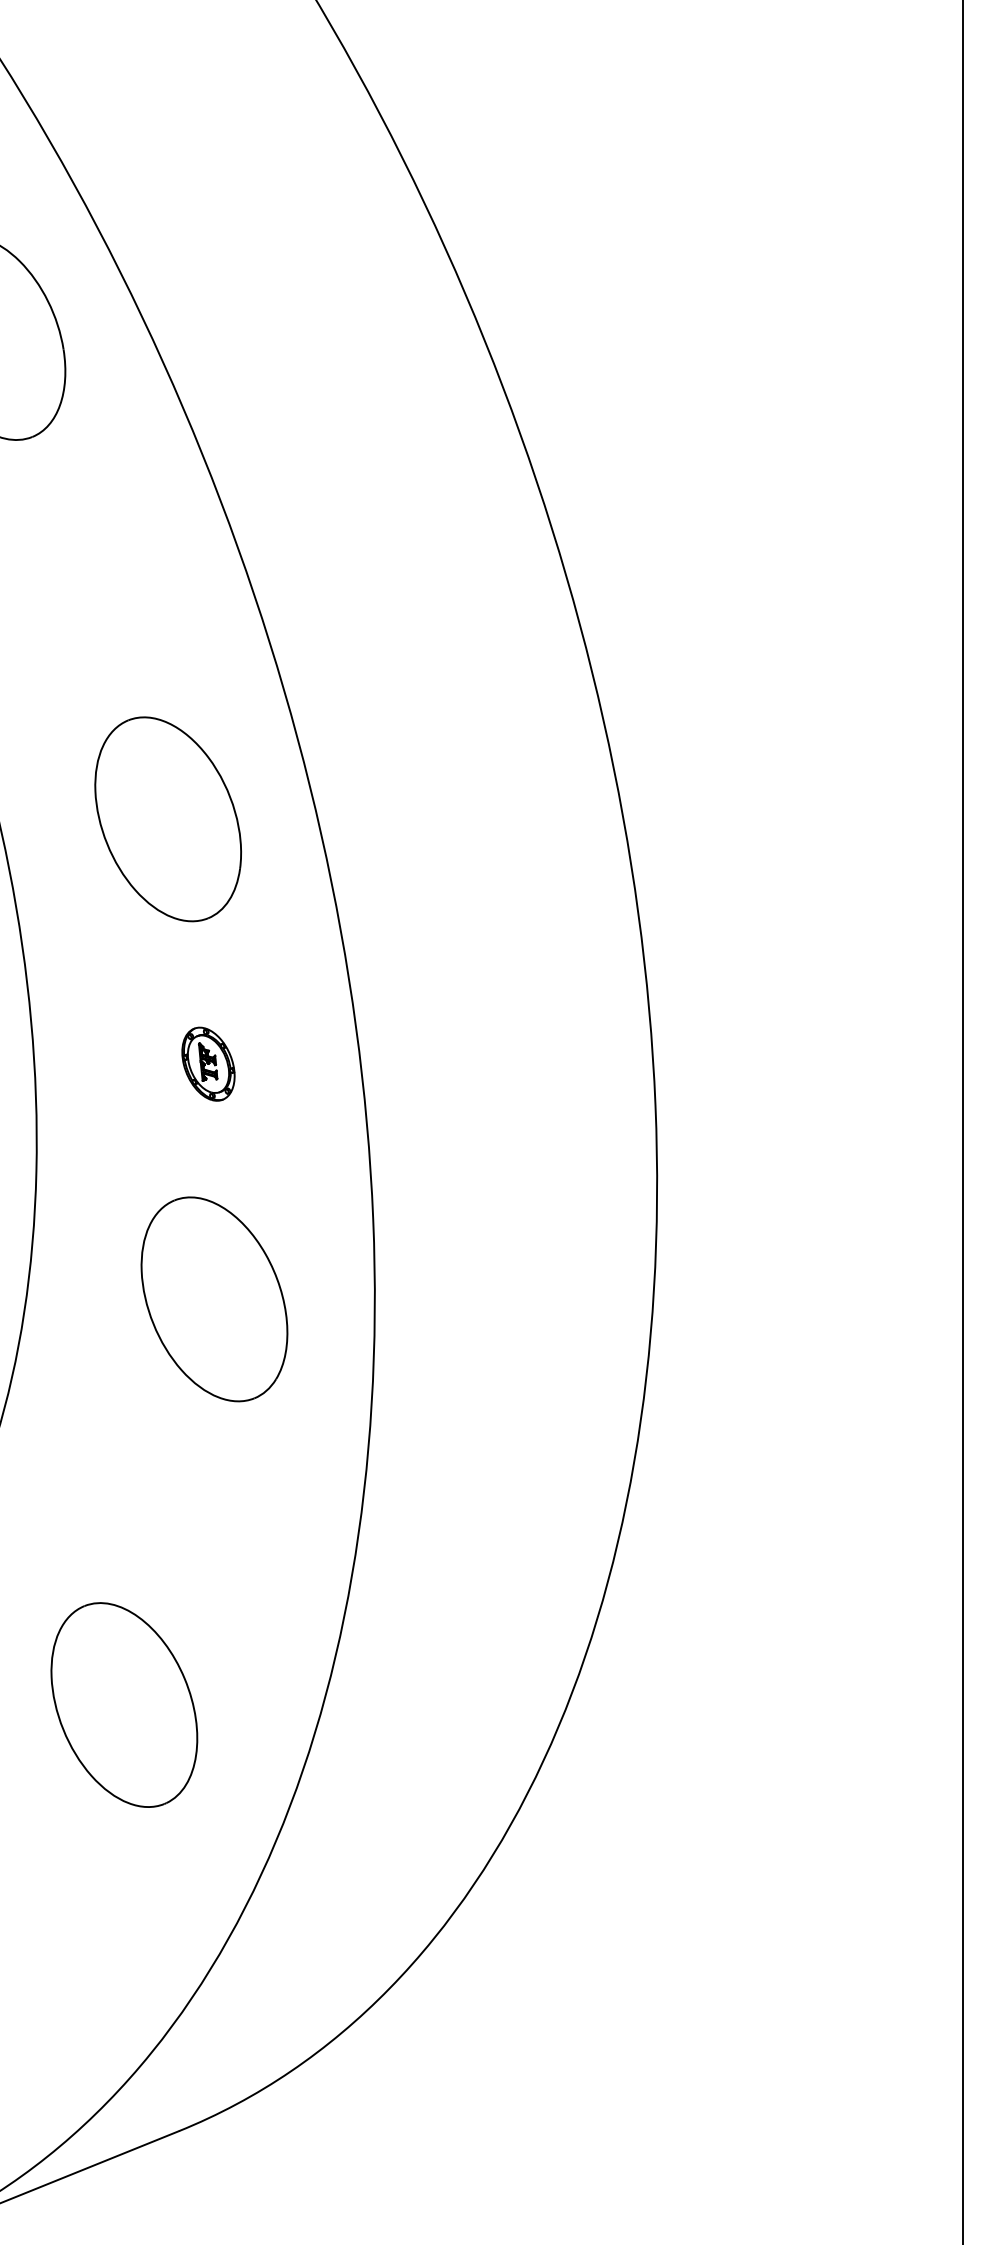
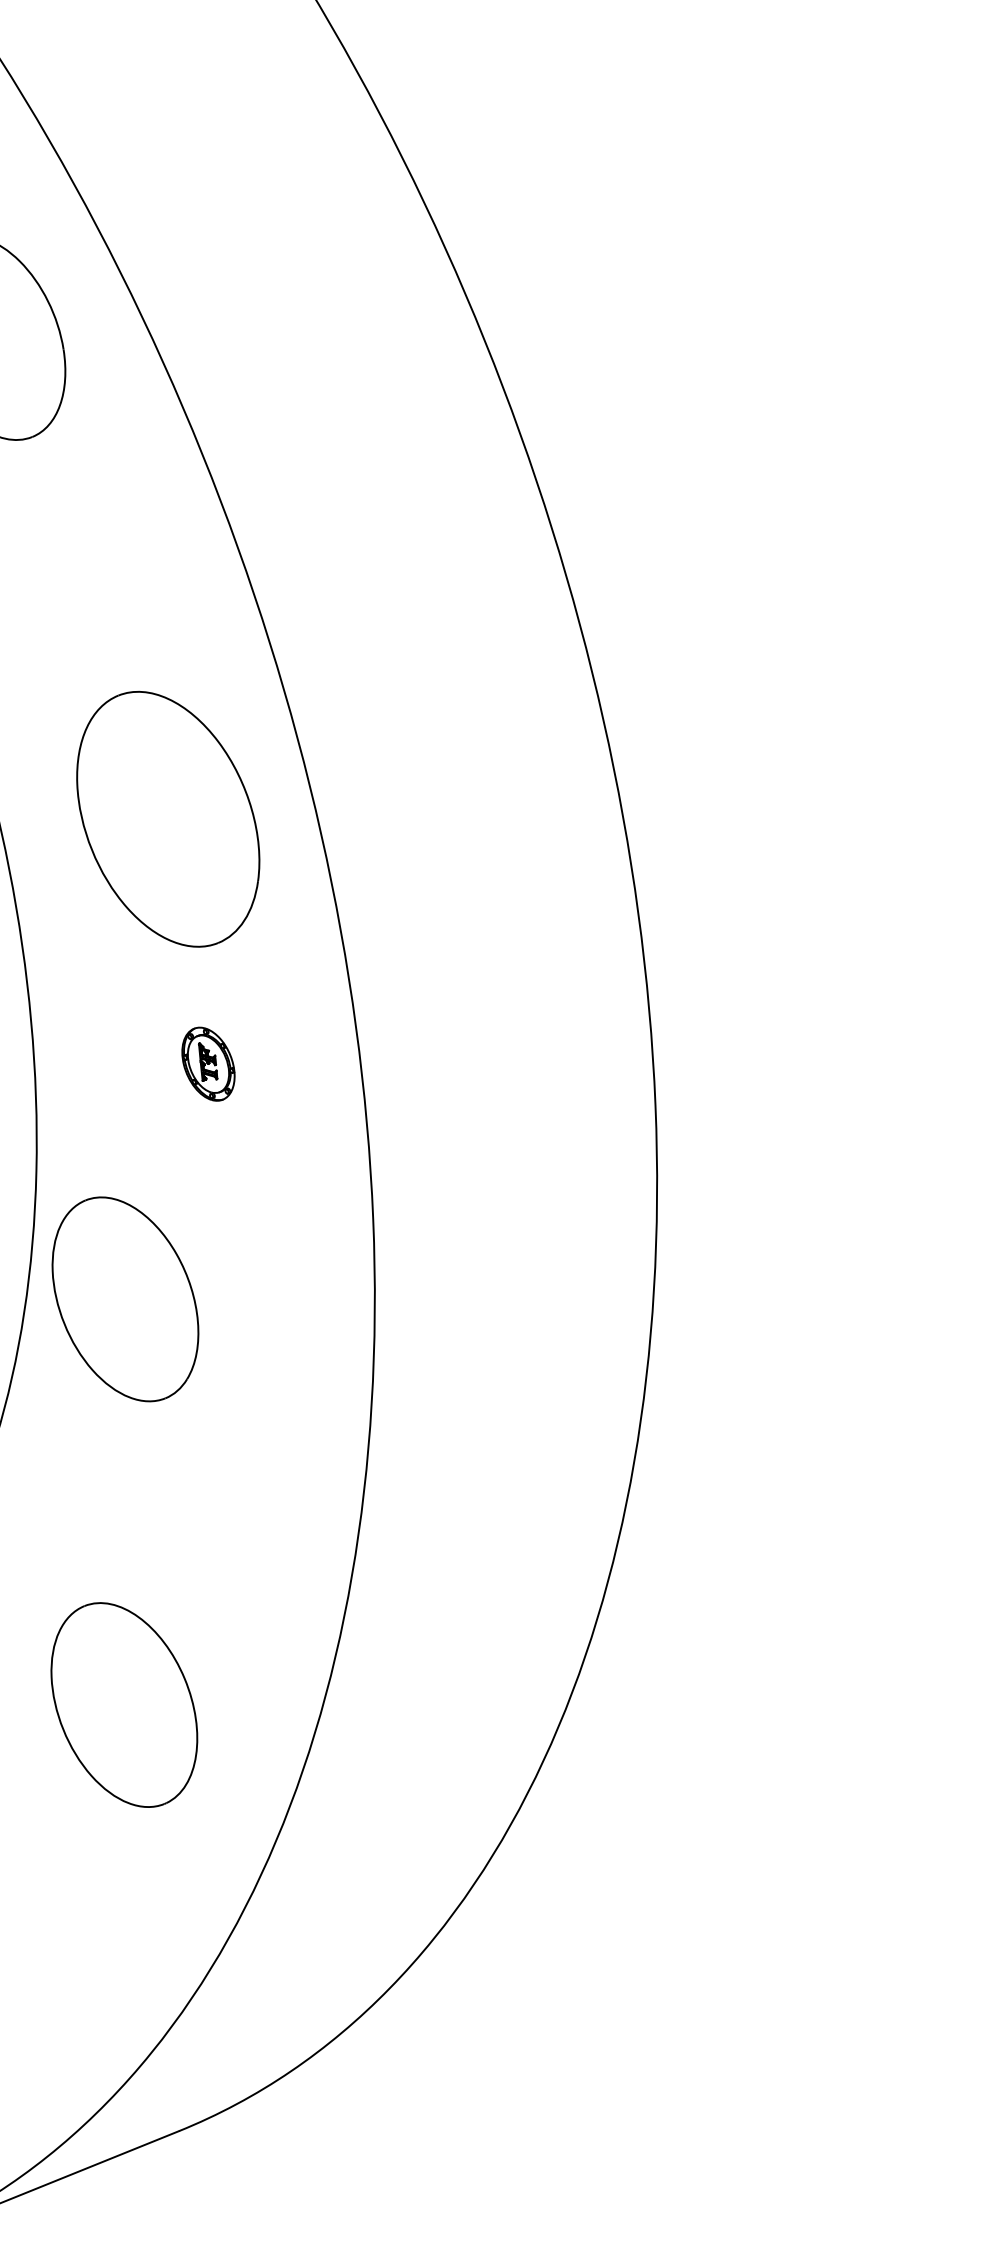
part at (167, 819) size: 148x207 px -> 185x258 px
line at (963, 1121): present -> none
part at (214, 1299) position: (214, 1299) -> (125, 1299)
